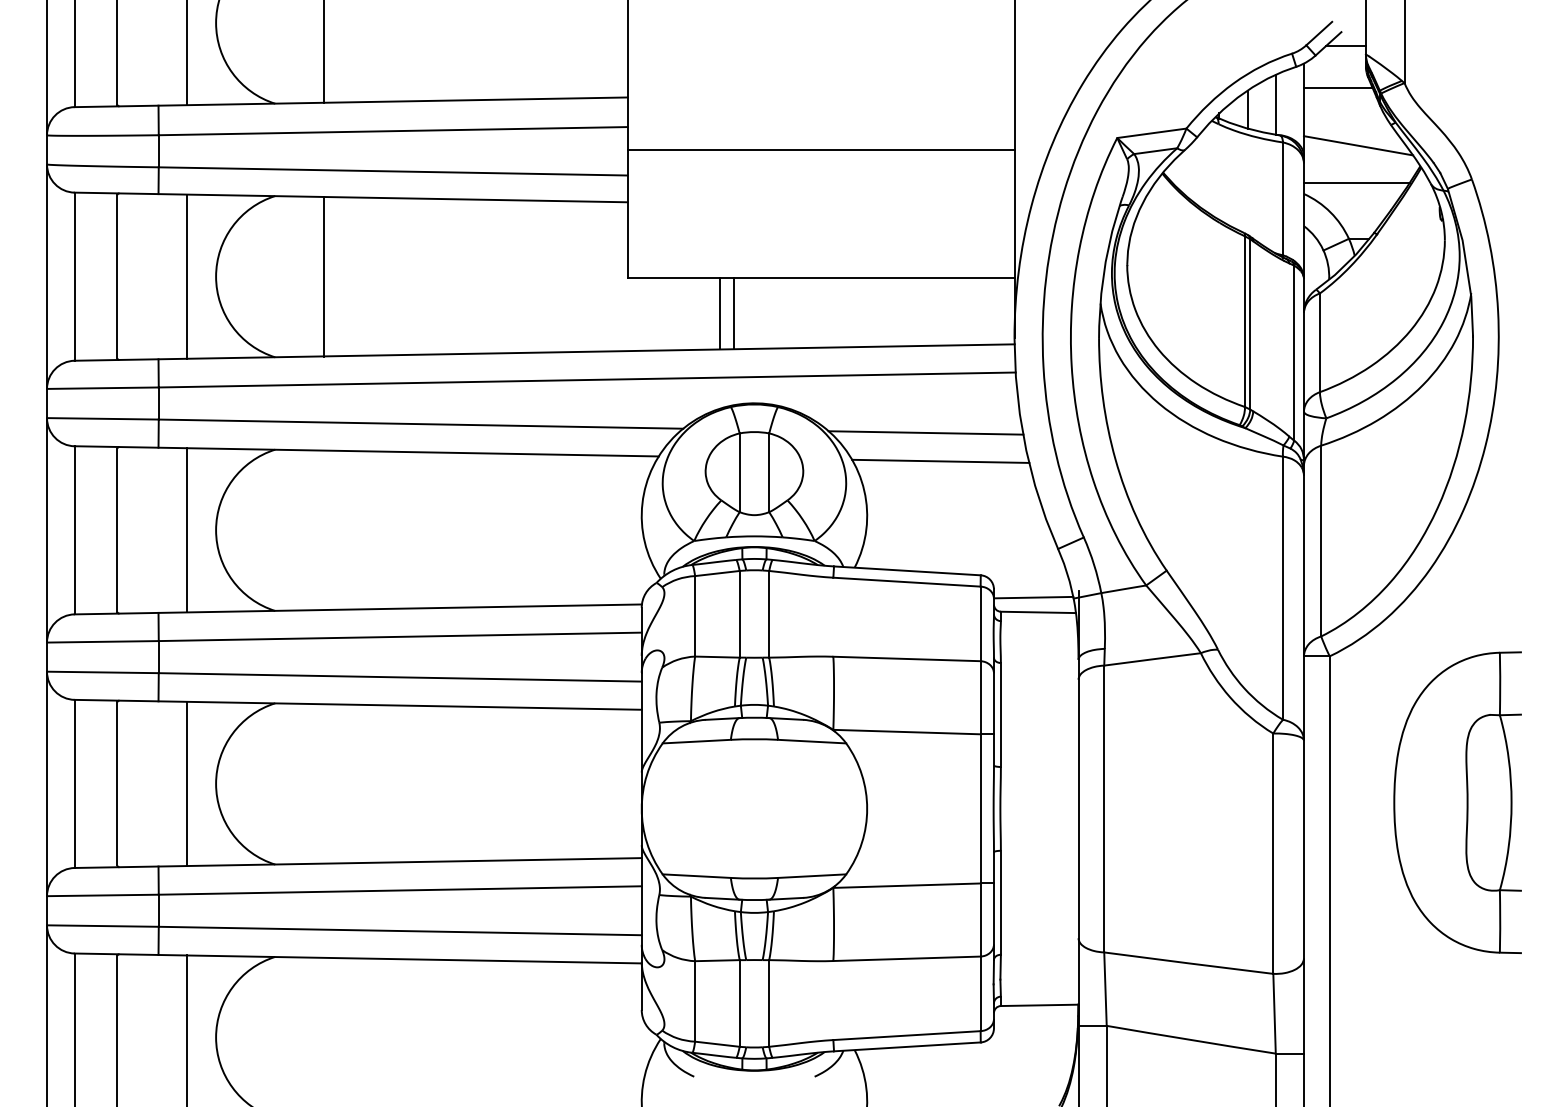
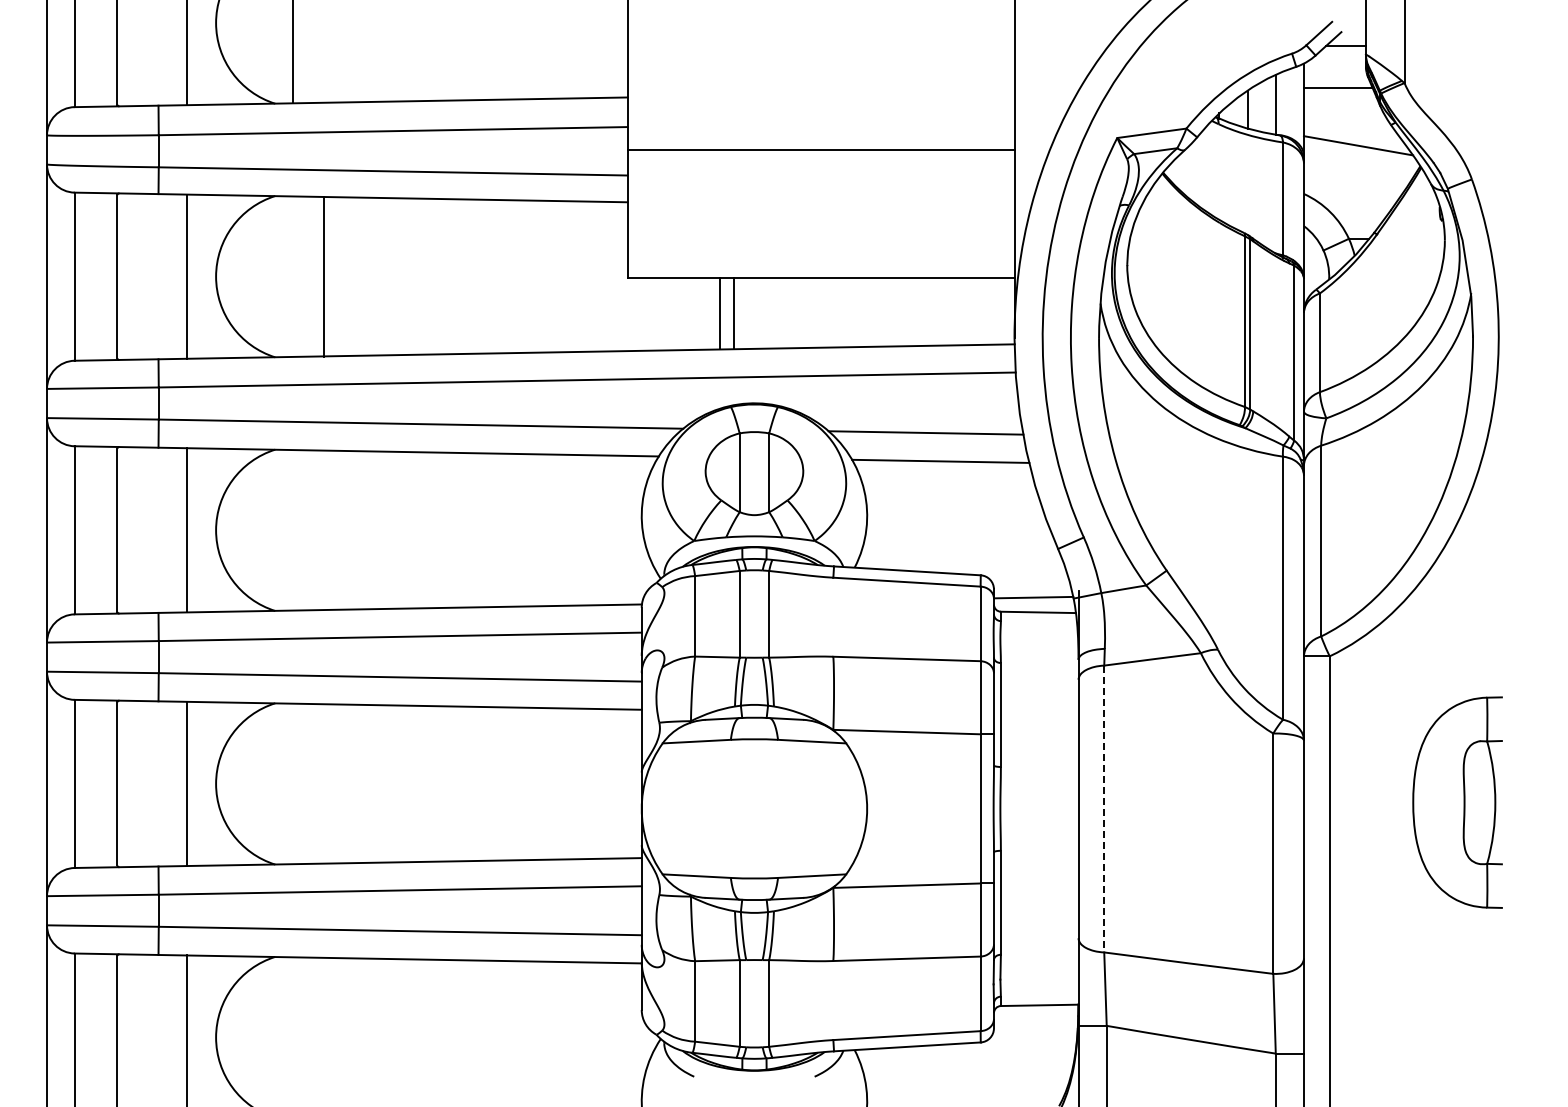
line at (323, 52) position: (323, 52) -> (292, 52)
line at (1356, 183): present -> none
part at (1457, 802) size: 129x303 px -> 91x213 px
line at (1104, 809): solid -> dashed
